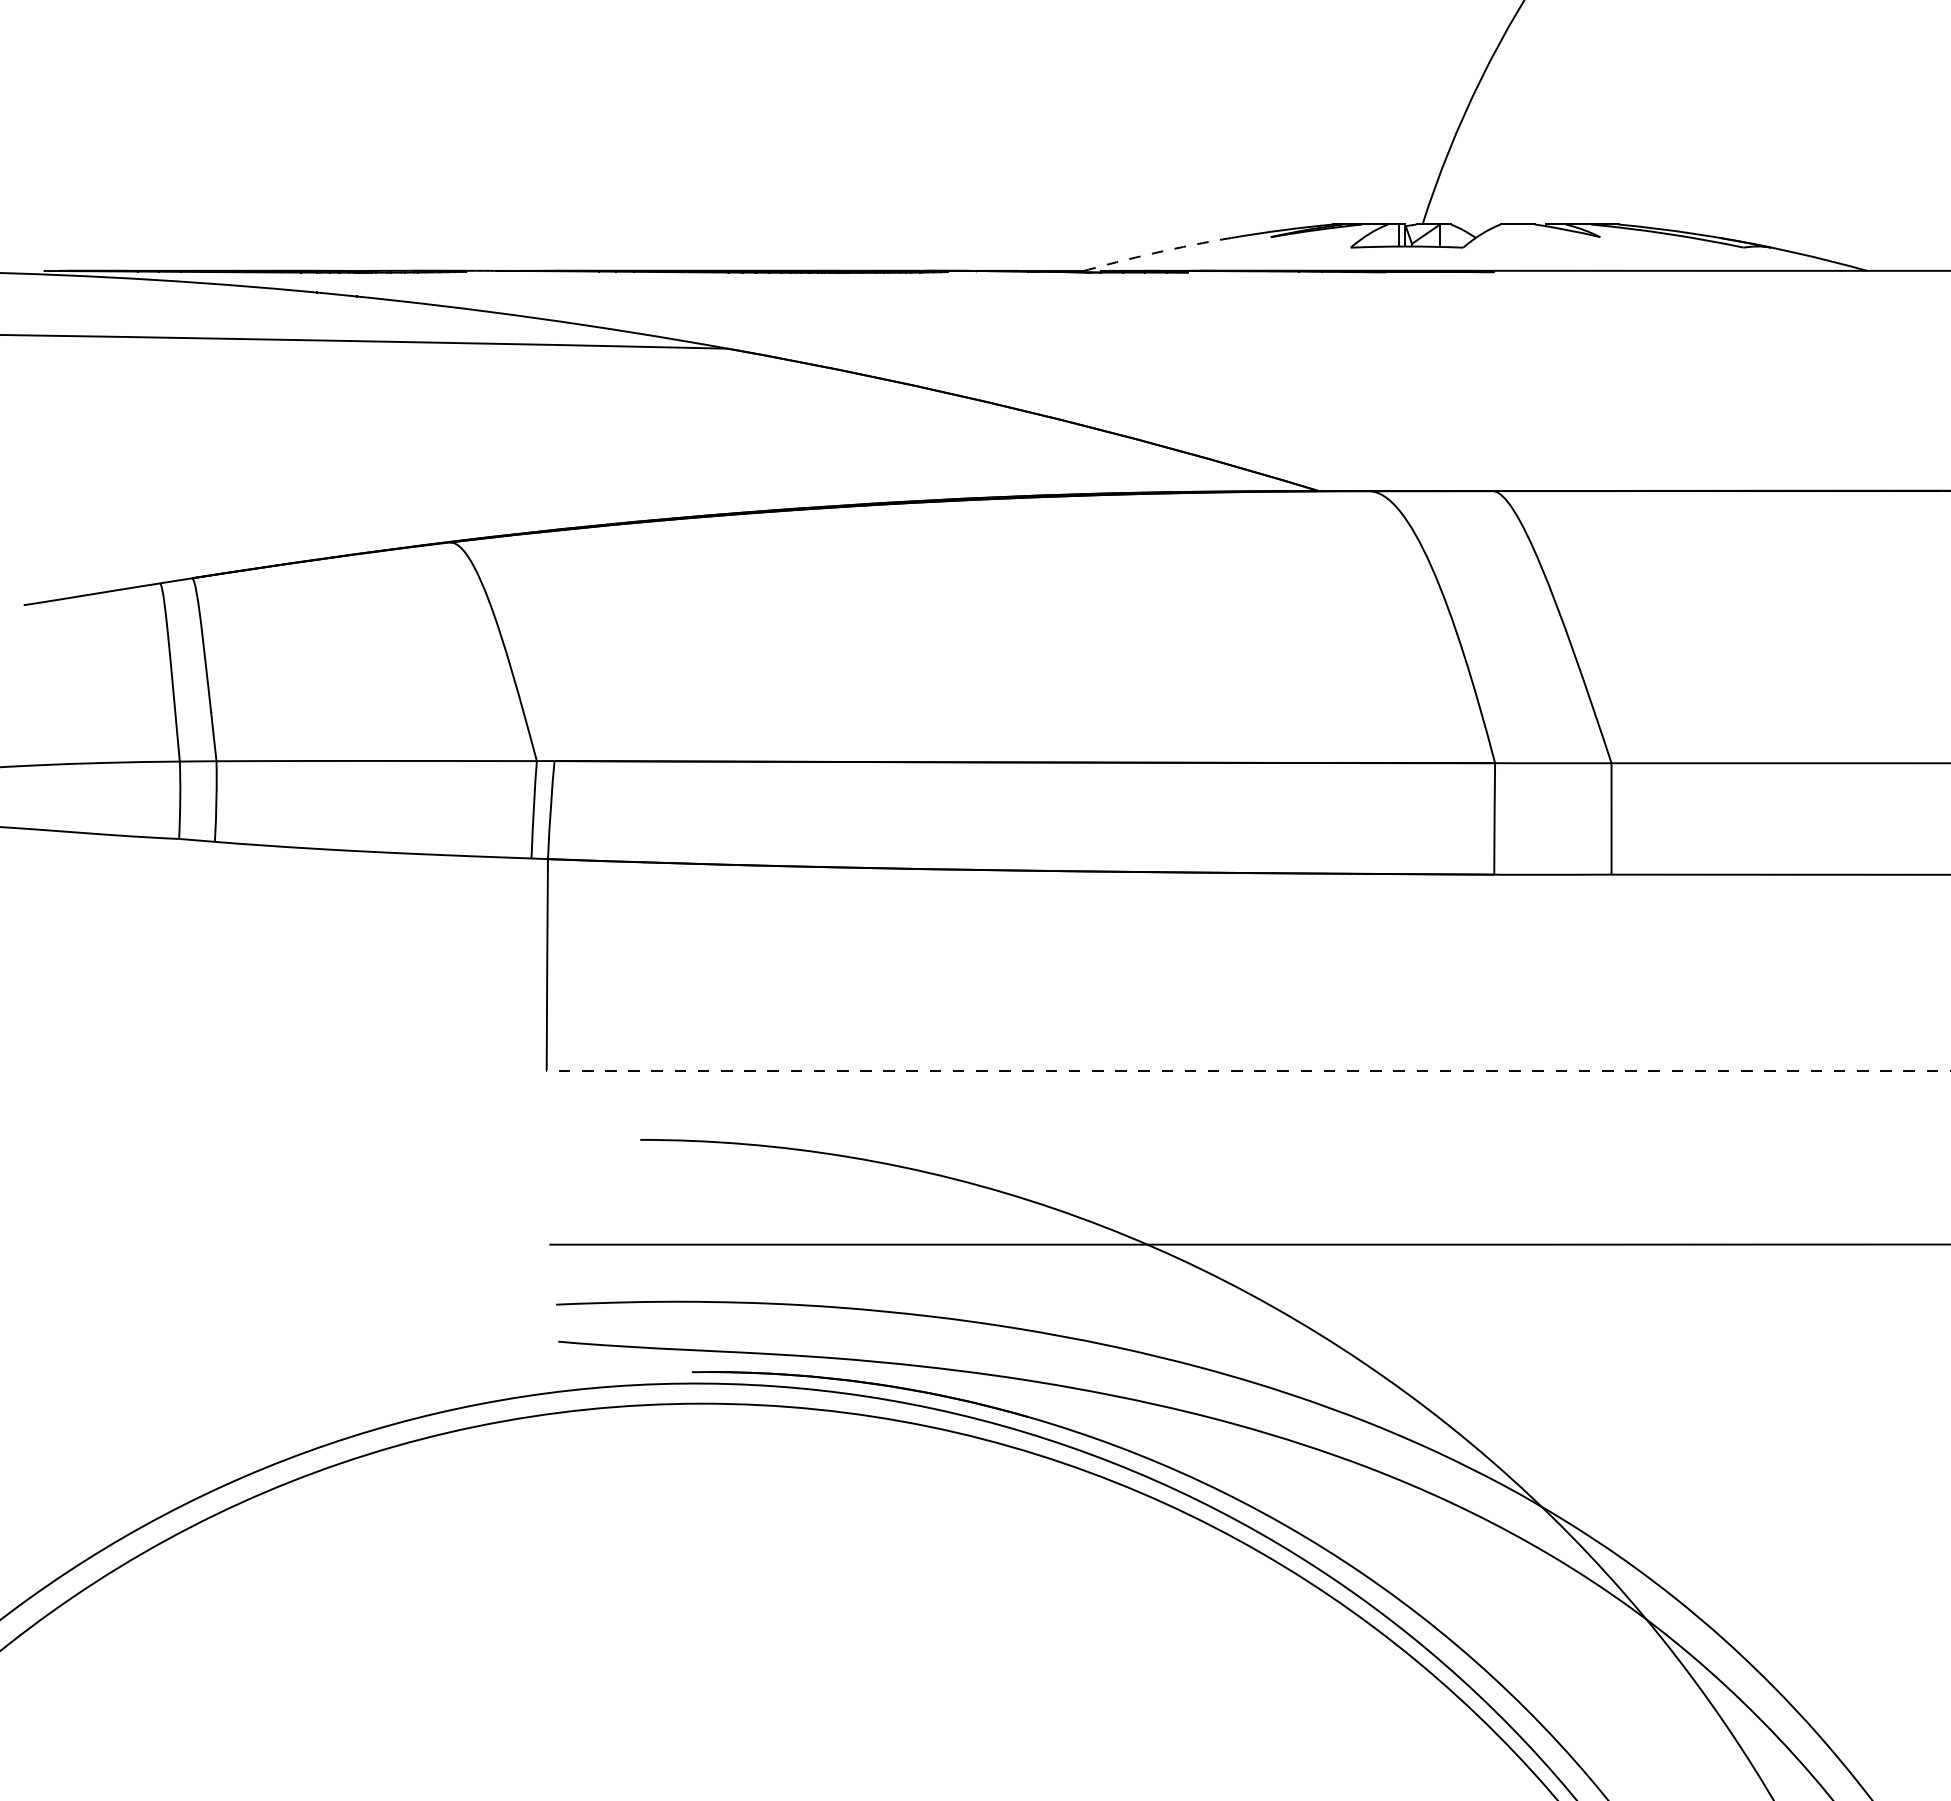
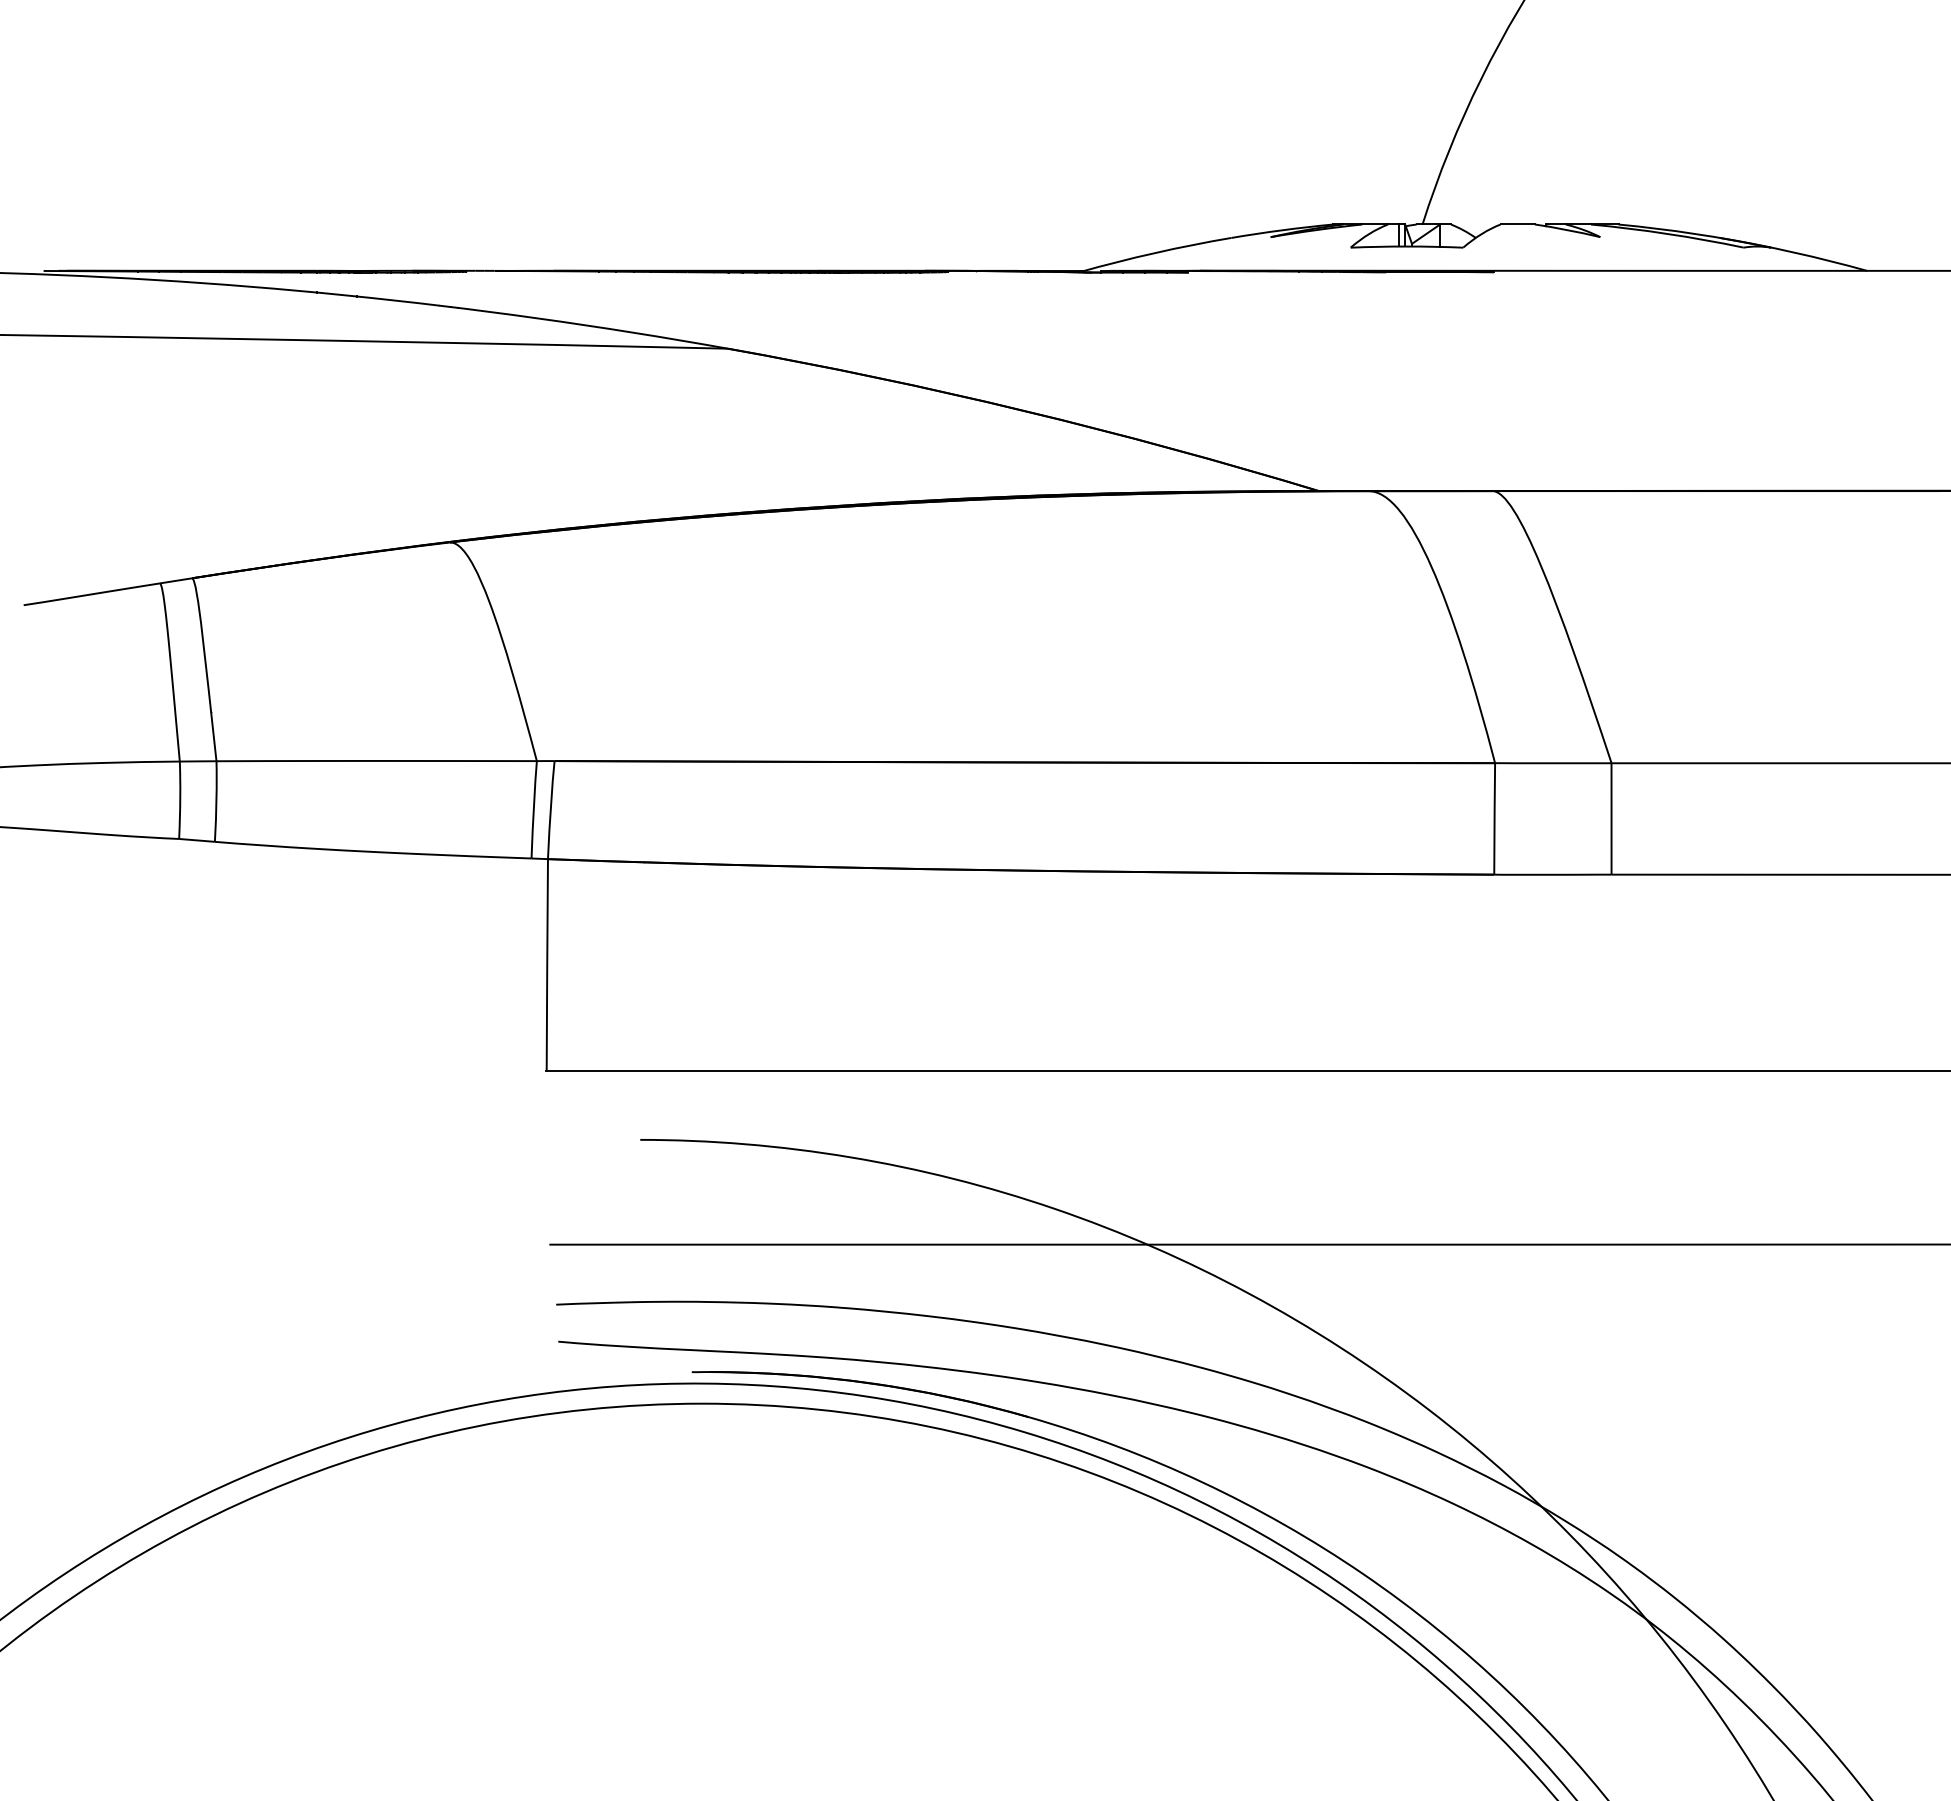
arc at (1154, 253): dashed -> solid
line at (1247, 1070): dashed -> solid
